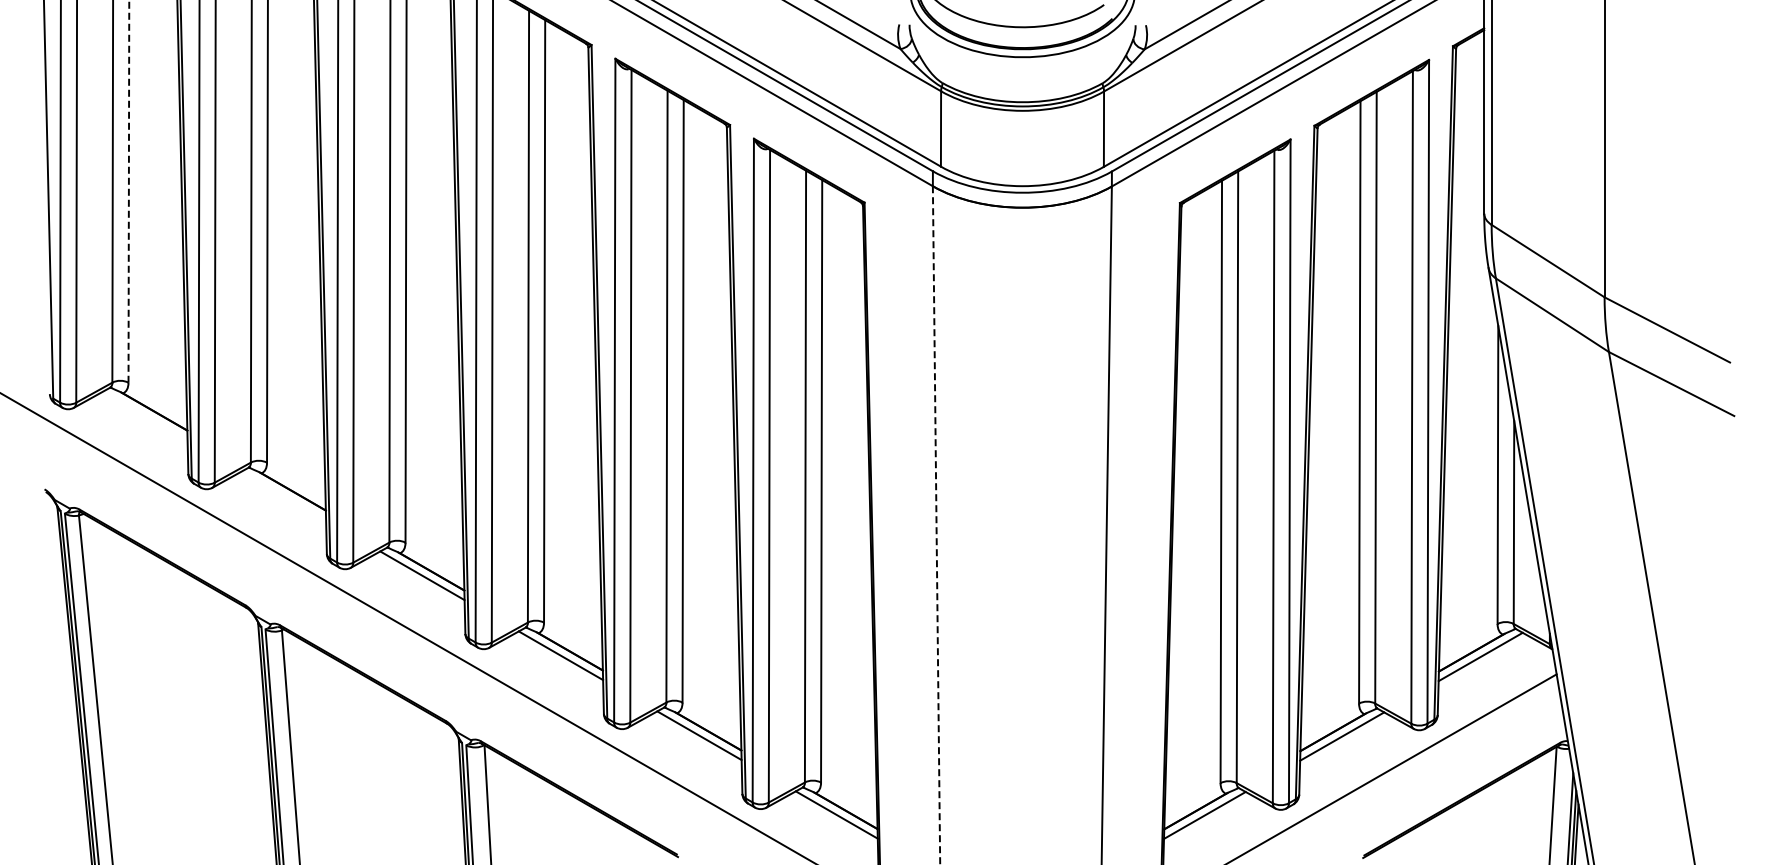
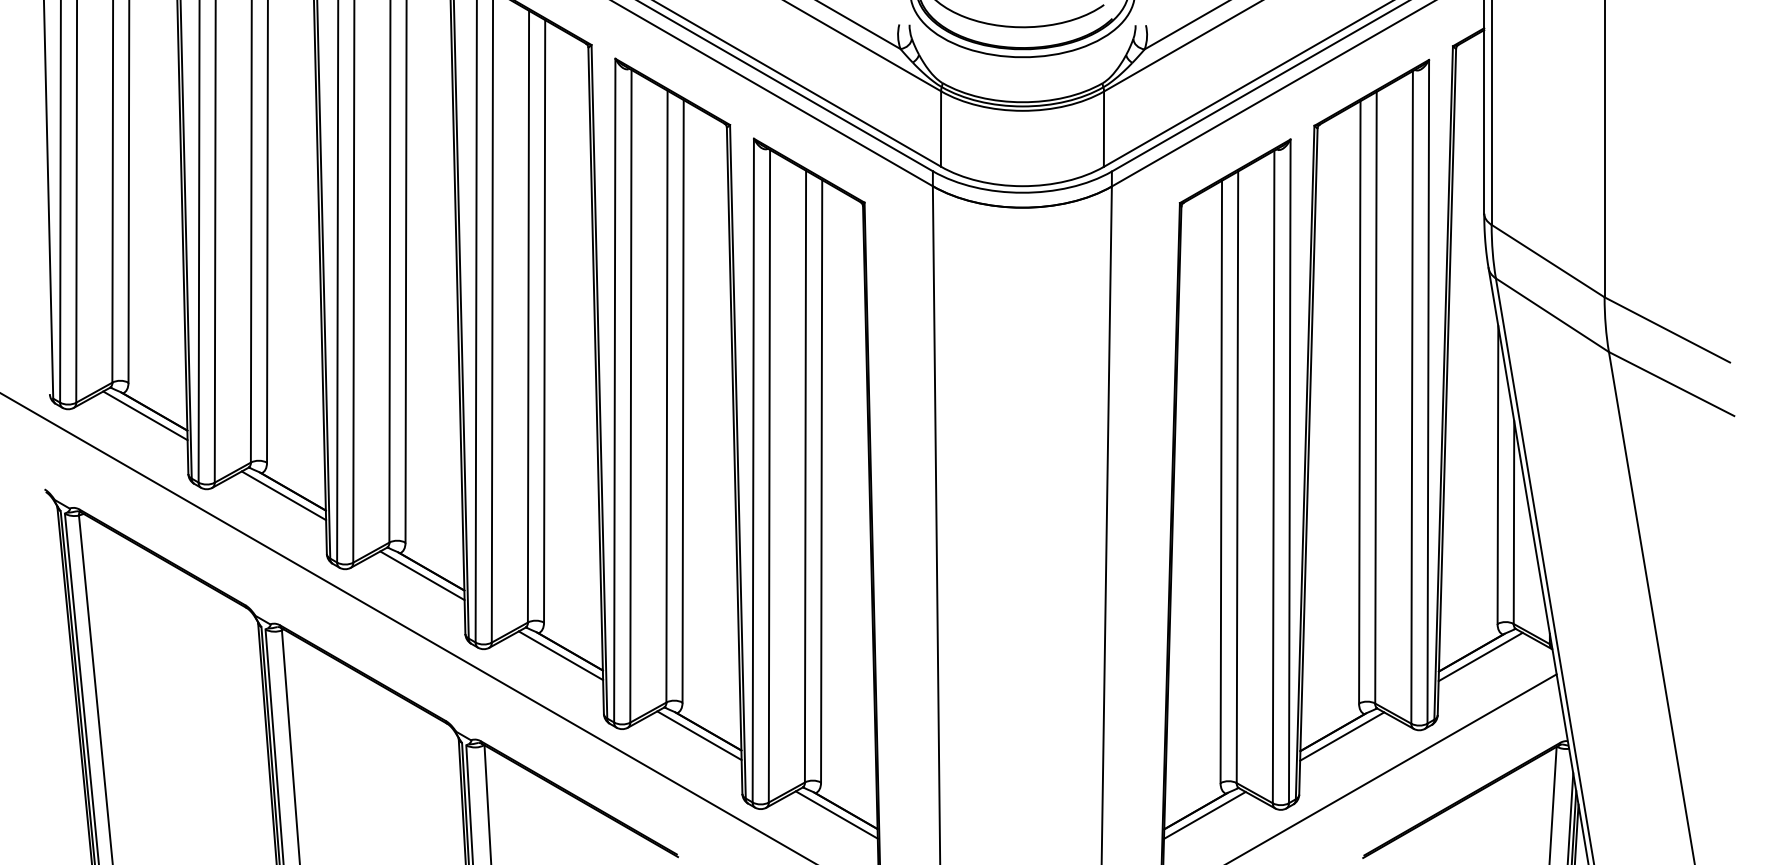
line at (128, 190): dashed -> solid
line at (145, 415): none -> present
line at (283, 495): none -> present
line at (936, 525): dashed -> solid
